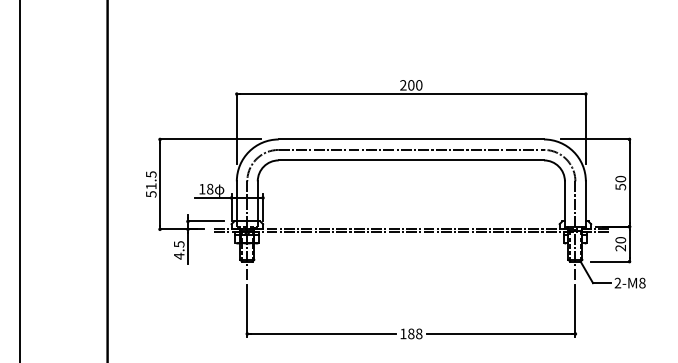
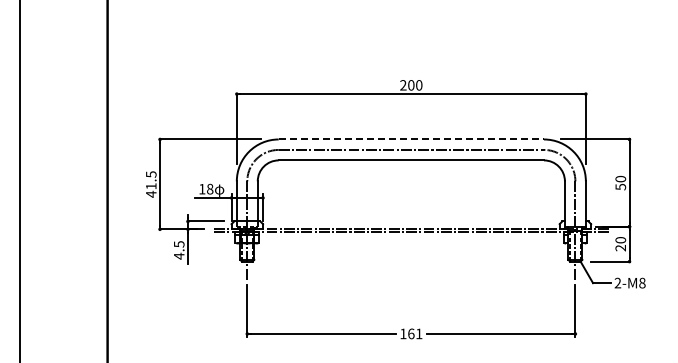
line at (411, 139): solid -> dashed
text at (151, 193): 51.5 -> 41.5
text at (415, 333): 188 -> 161
